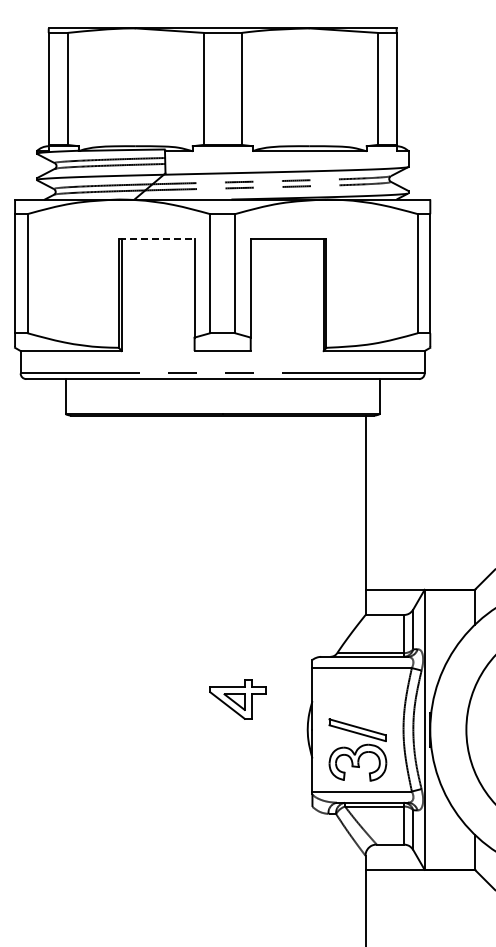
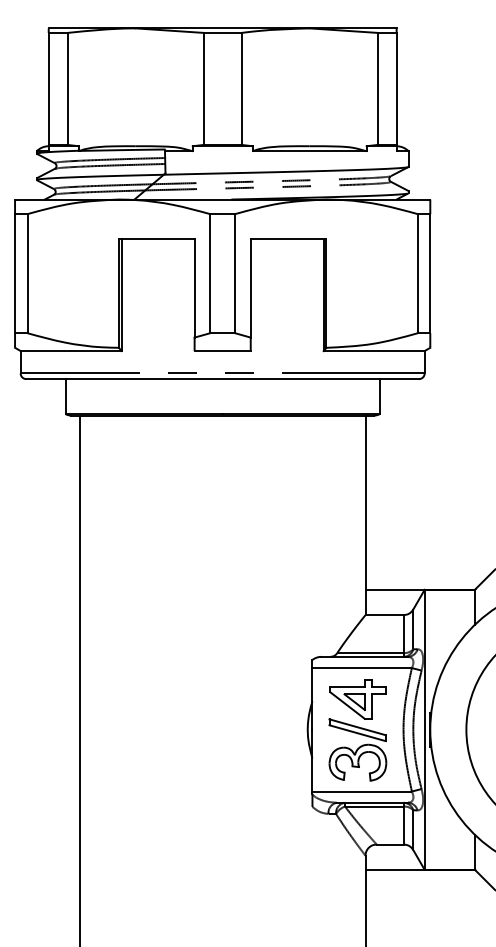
line at (156, 238): dashed -> solid
line at (79, 679): none -> present
part at (237, 699) position: (237, 699) -> (357, 699)
